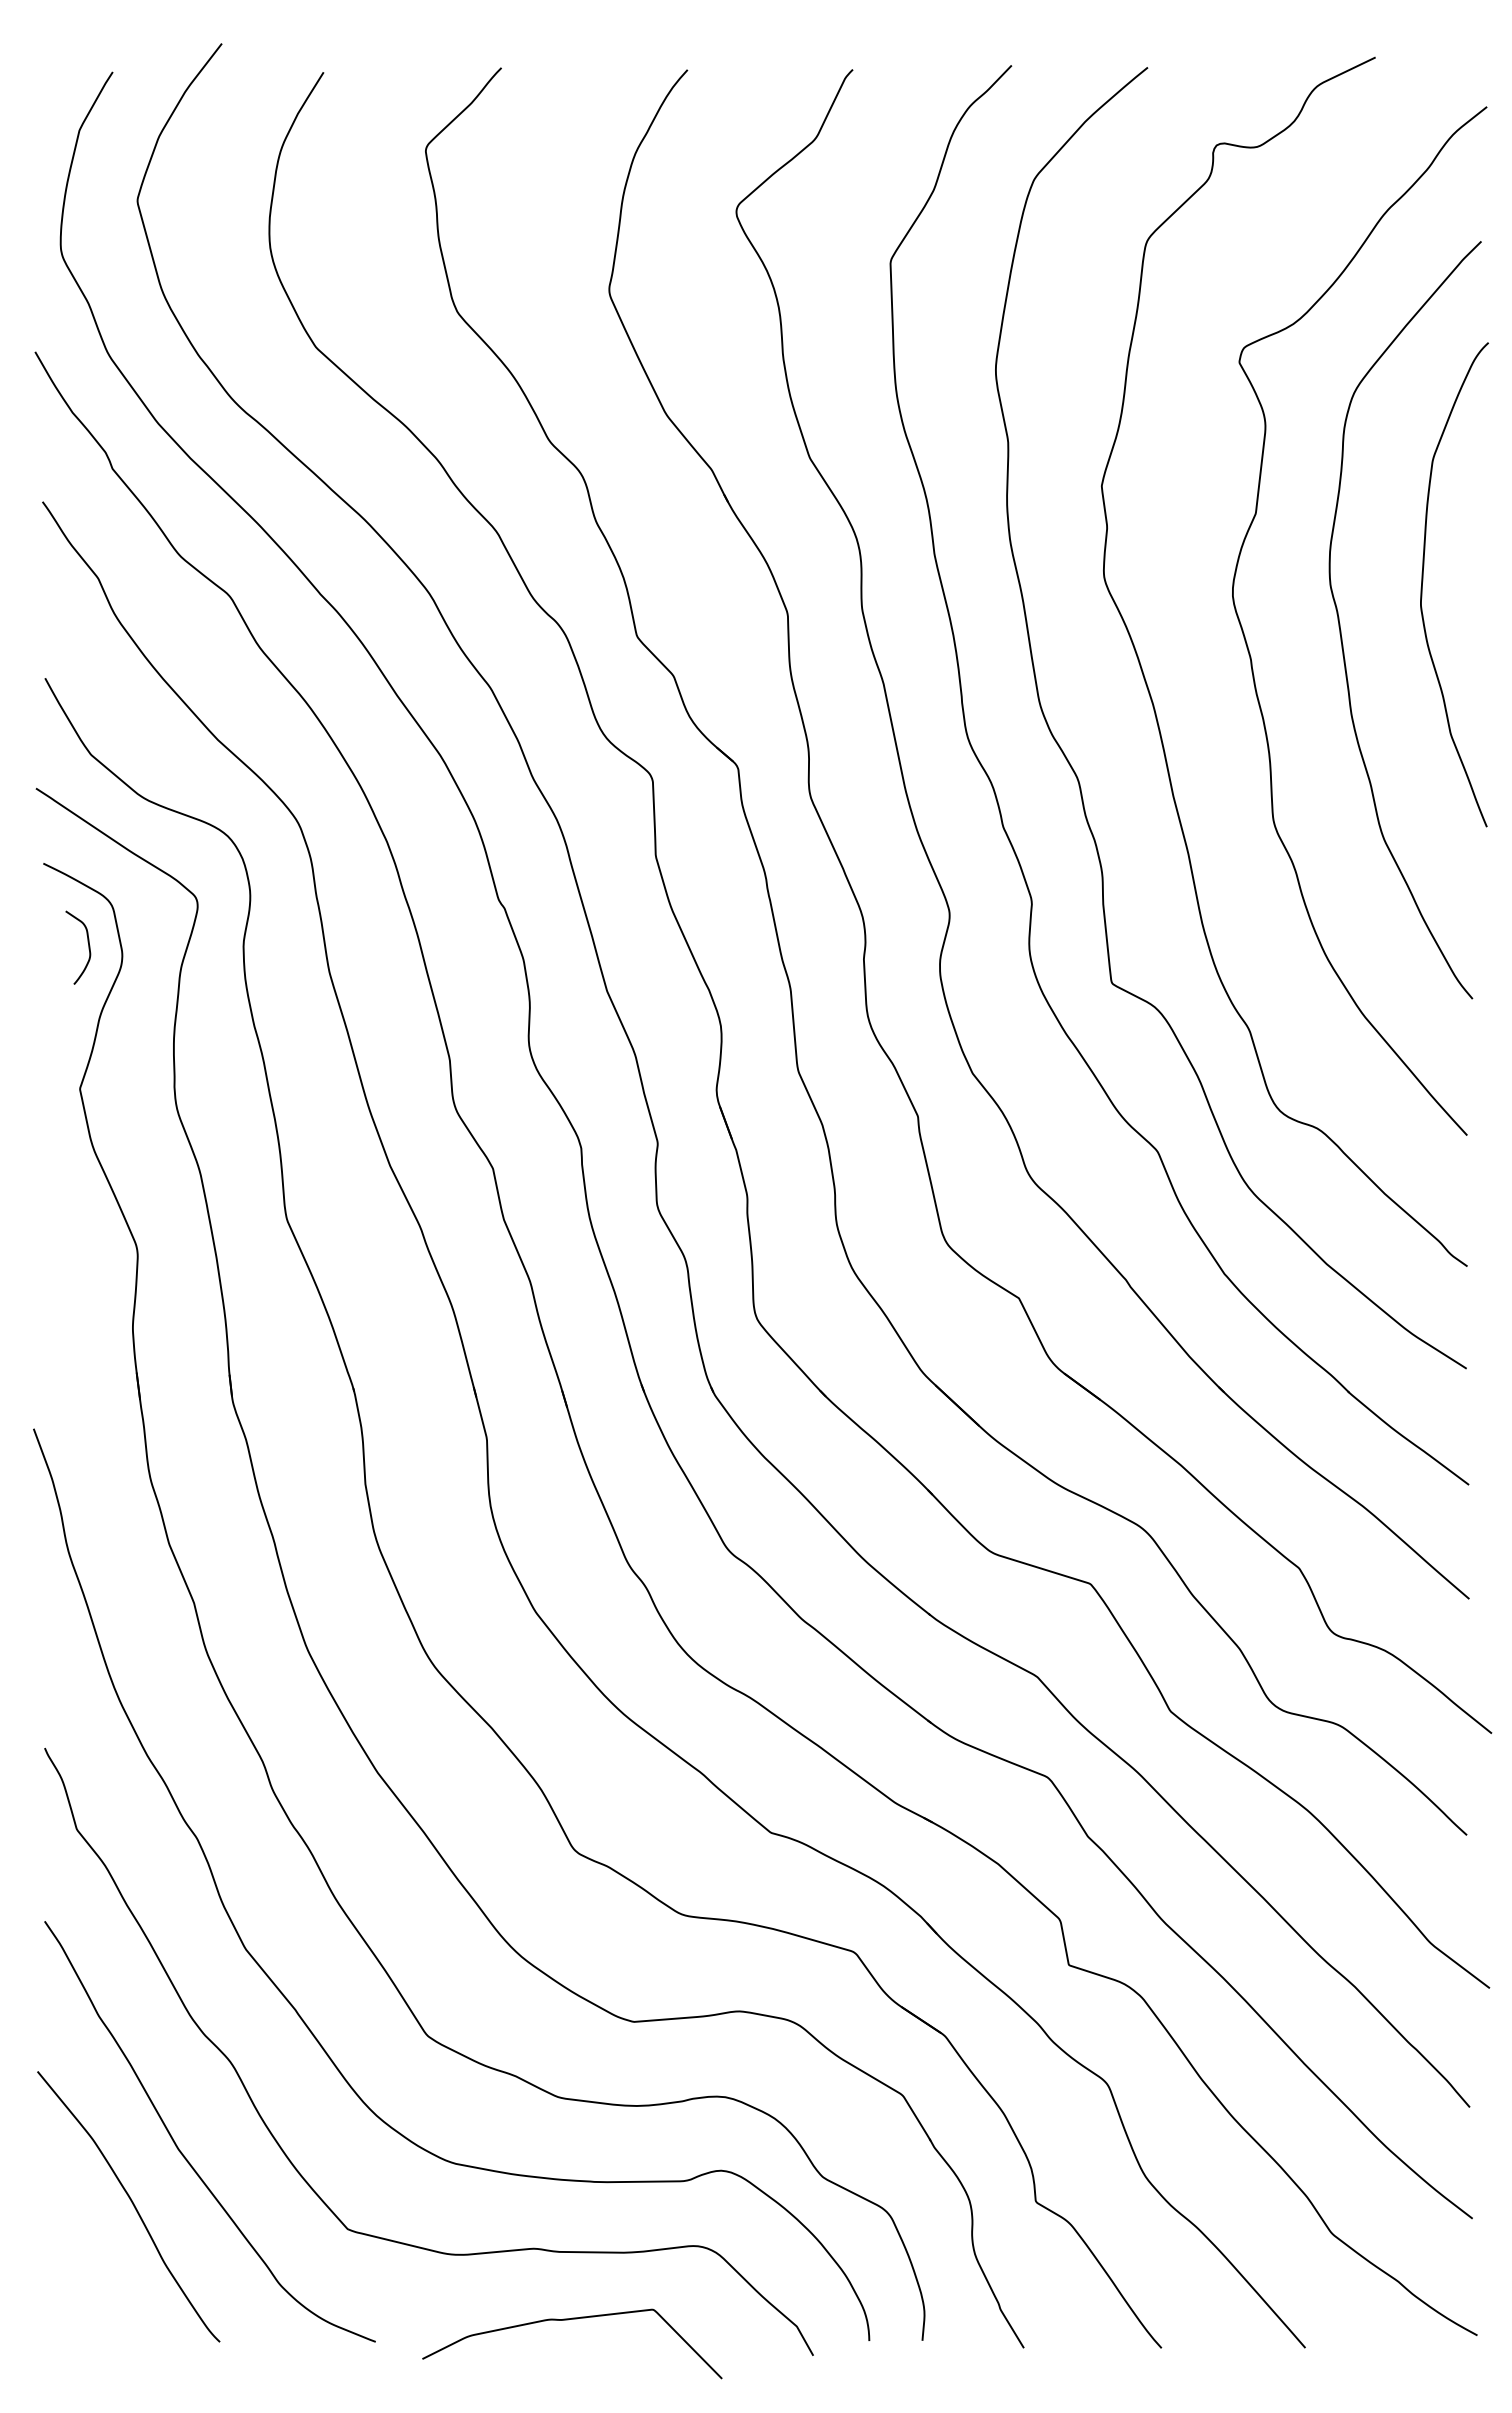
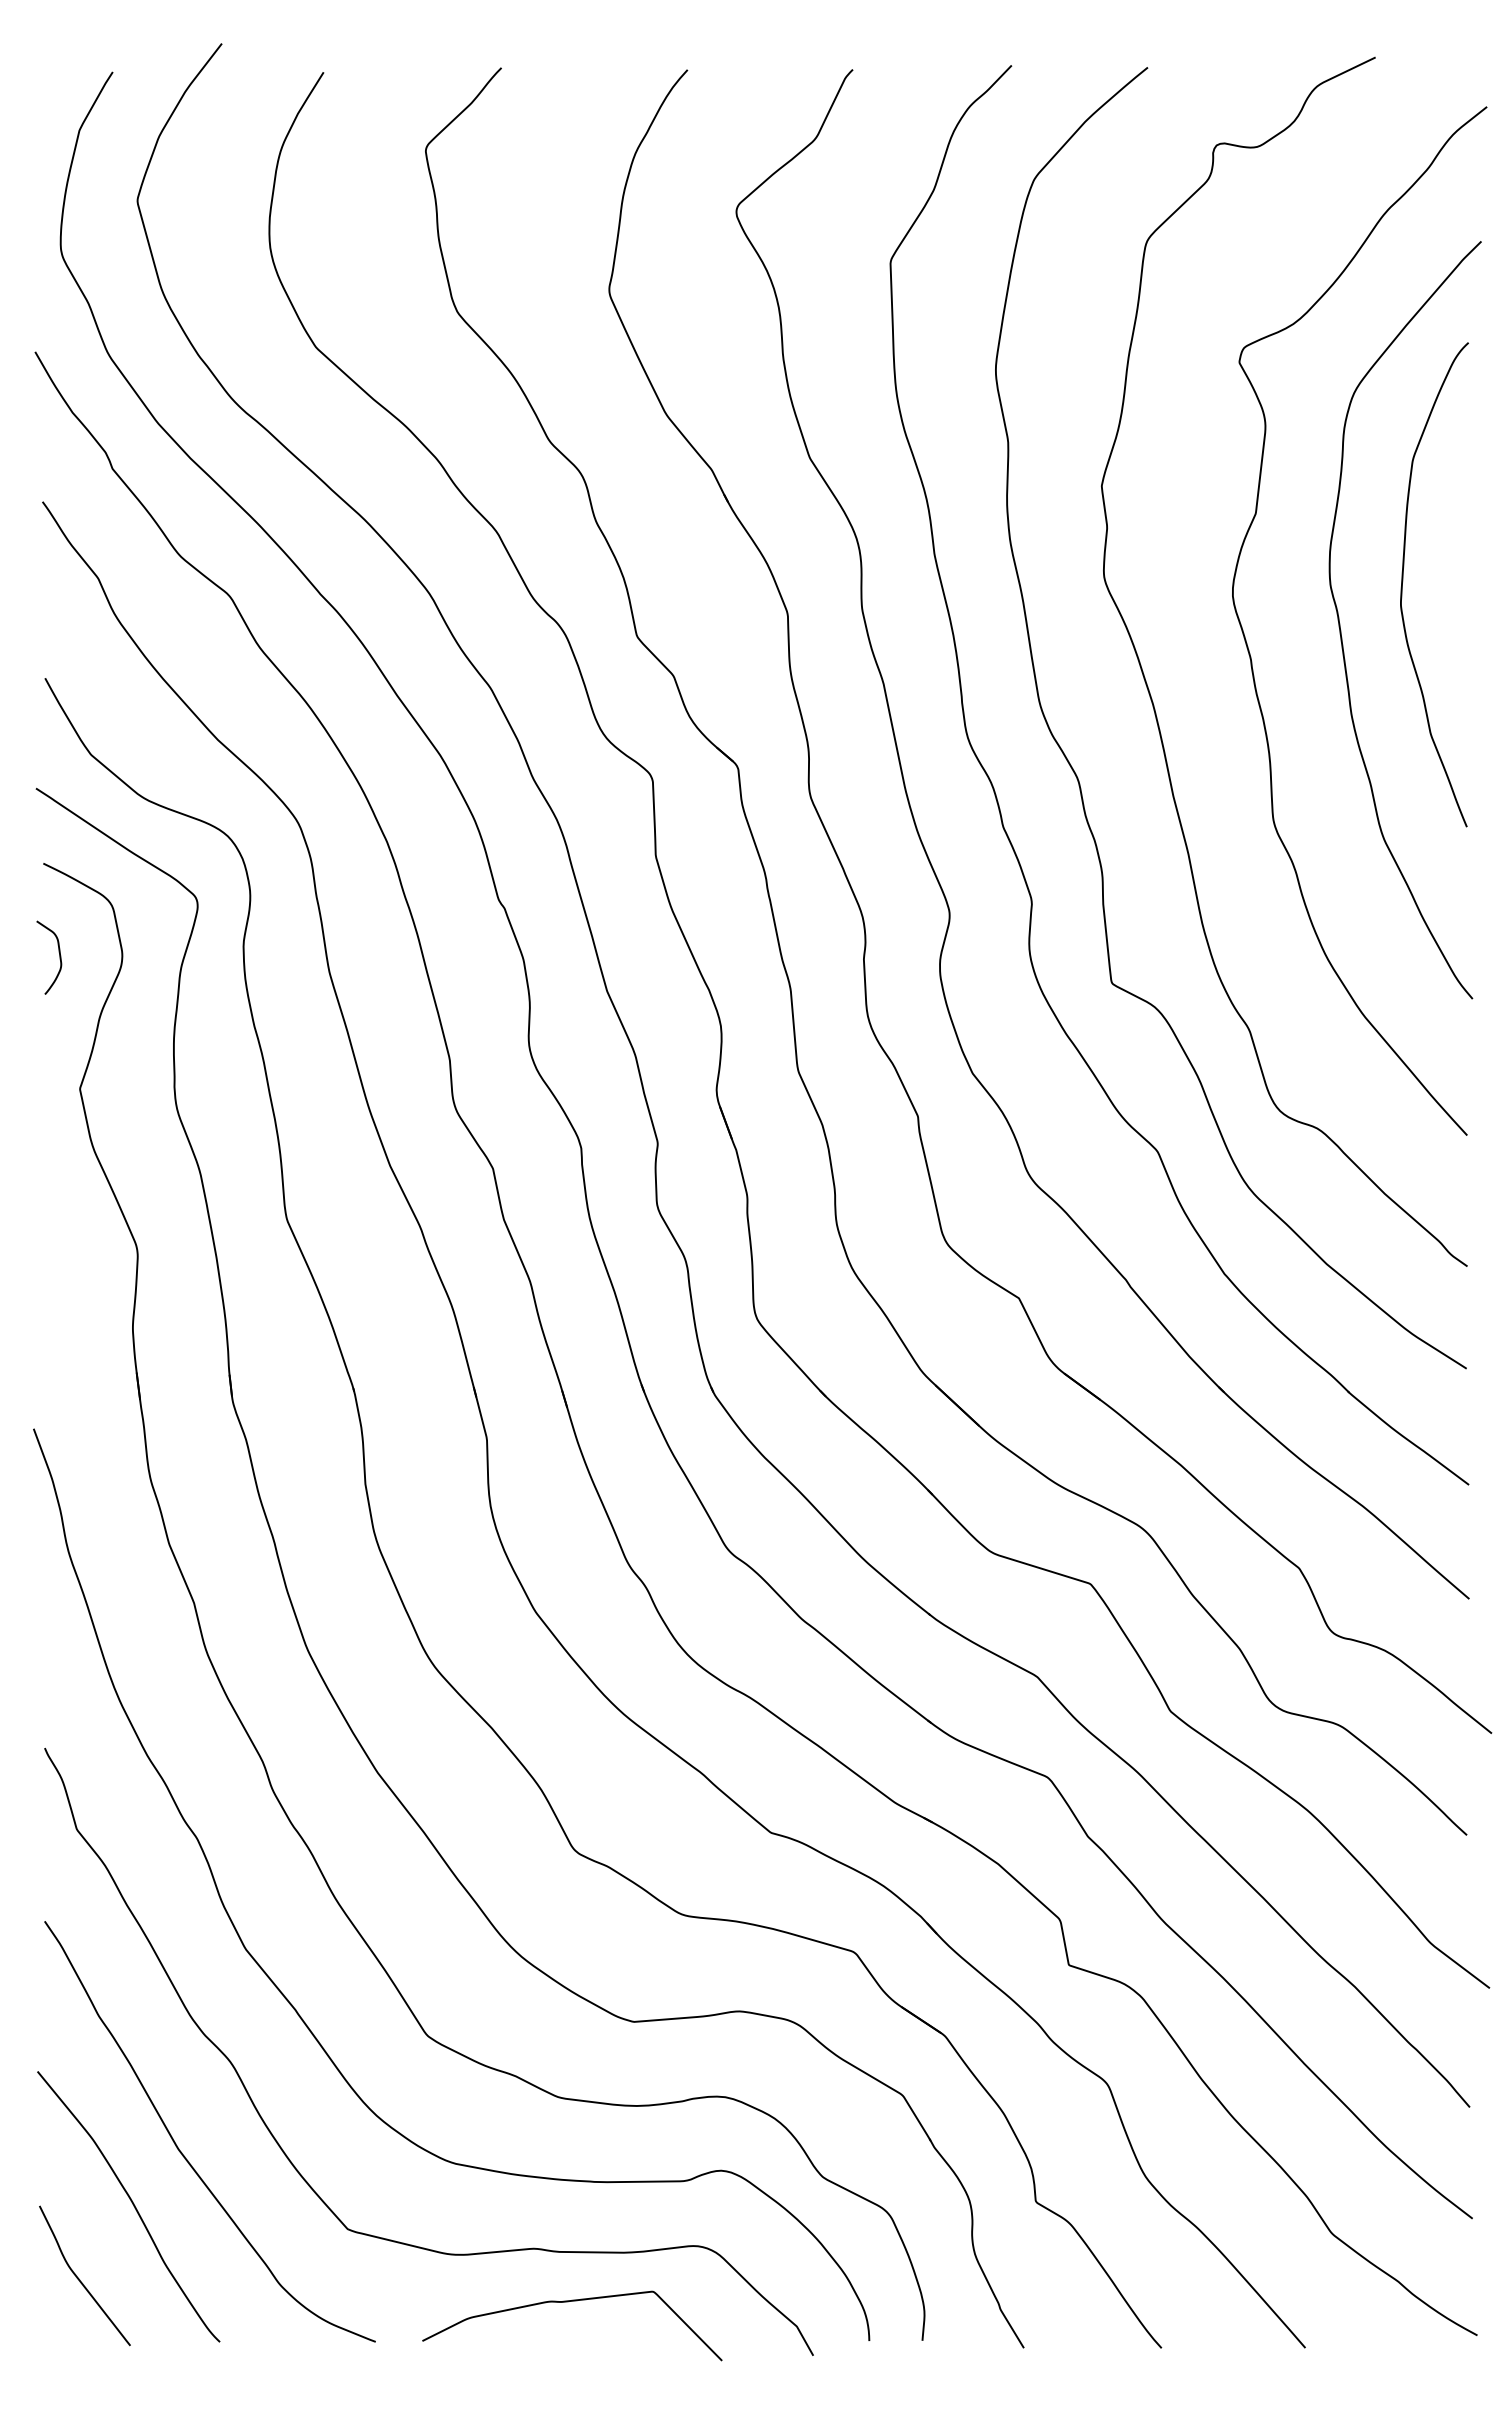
curve at (1423, 581) position: (1423, 581) -> (1403, 581)
curve at (88, 947) position: (88, 947) -> (59, 957)
curve at (79, 2278): none -> present
curve at (568, 2320) position: (568, 2320) -> (568, 2302)
